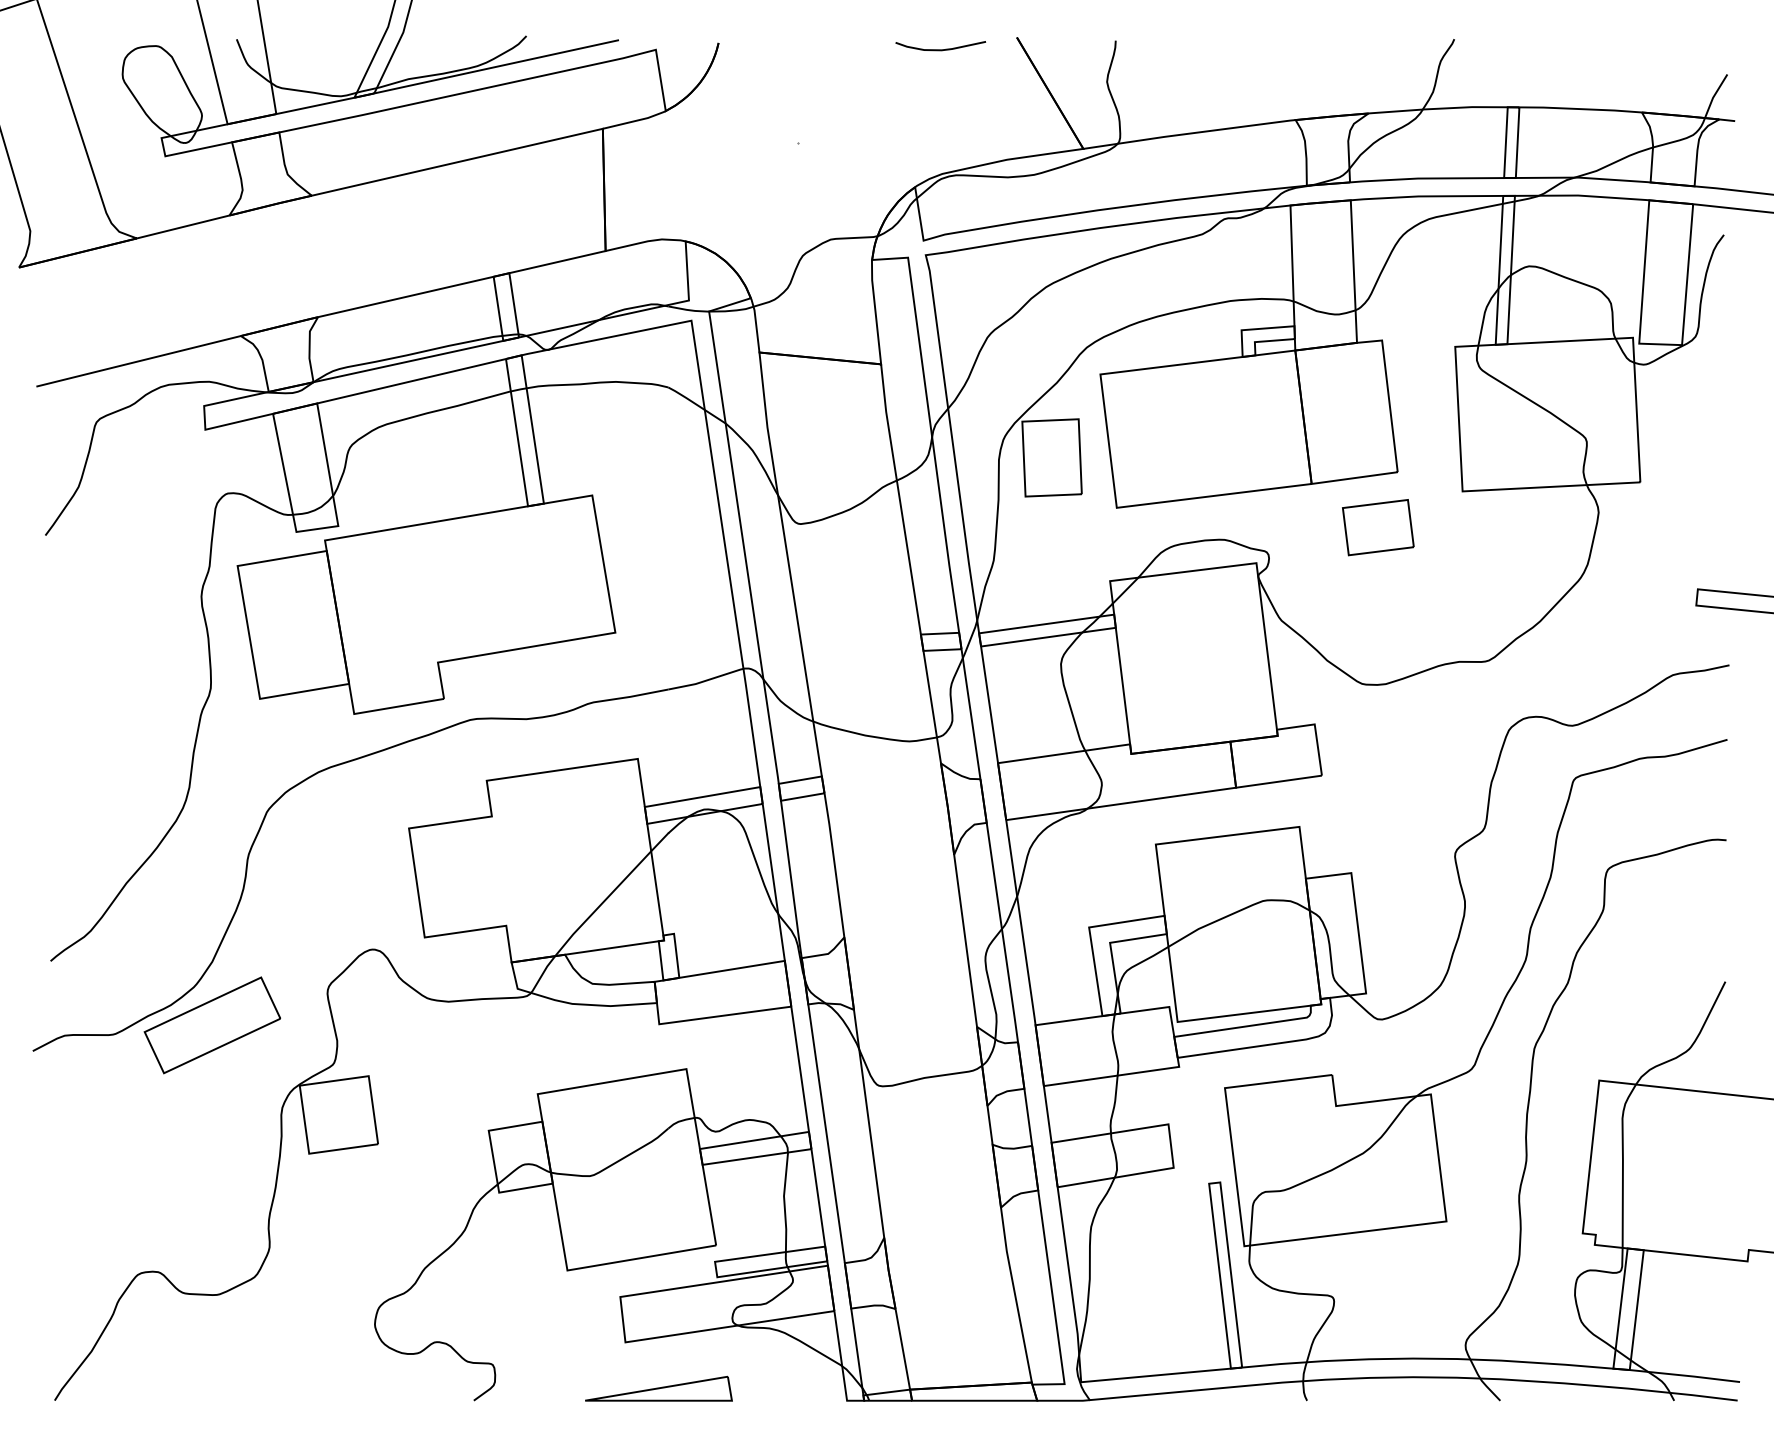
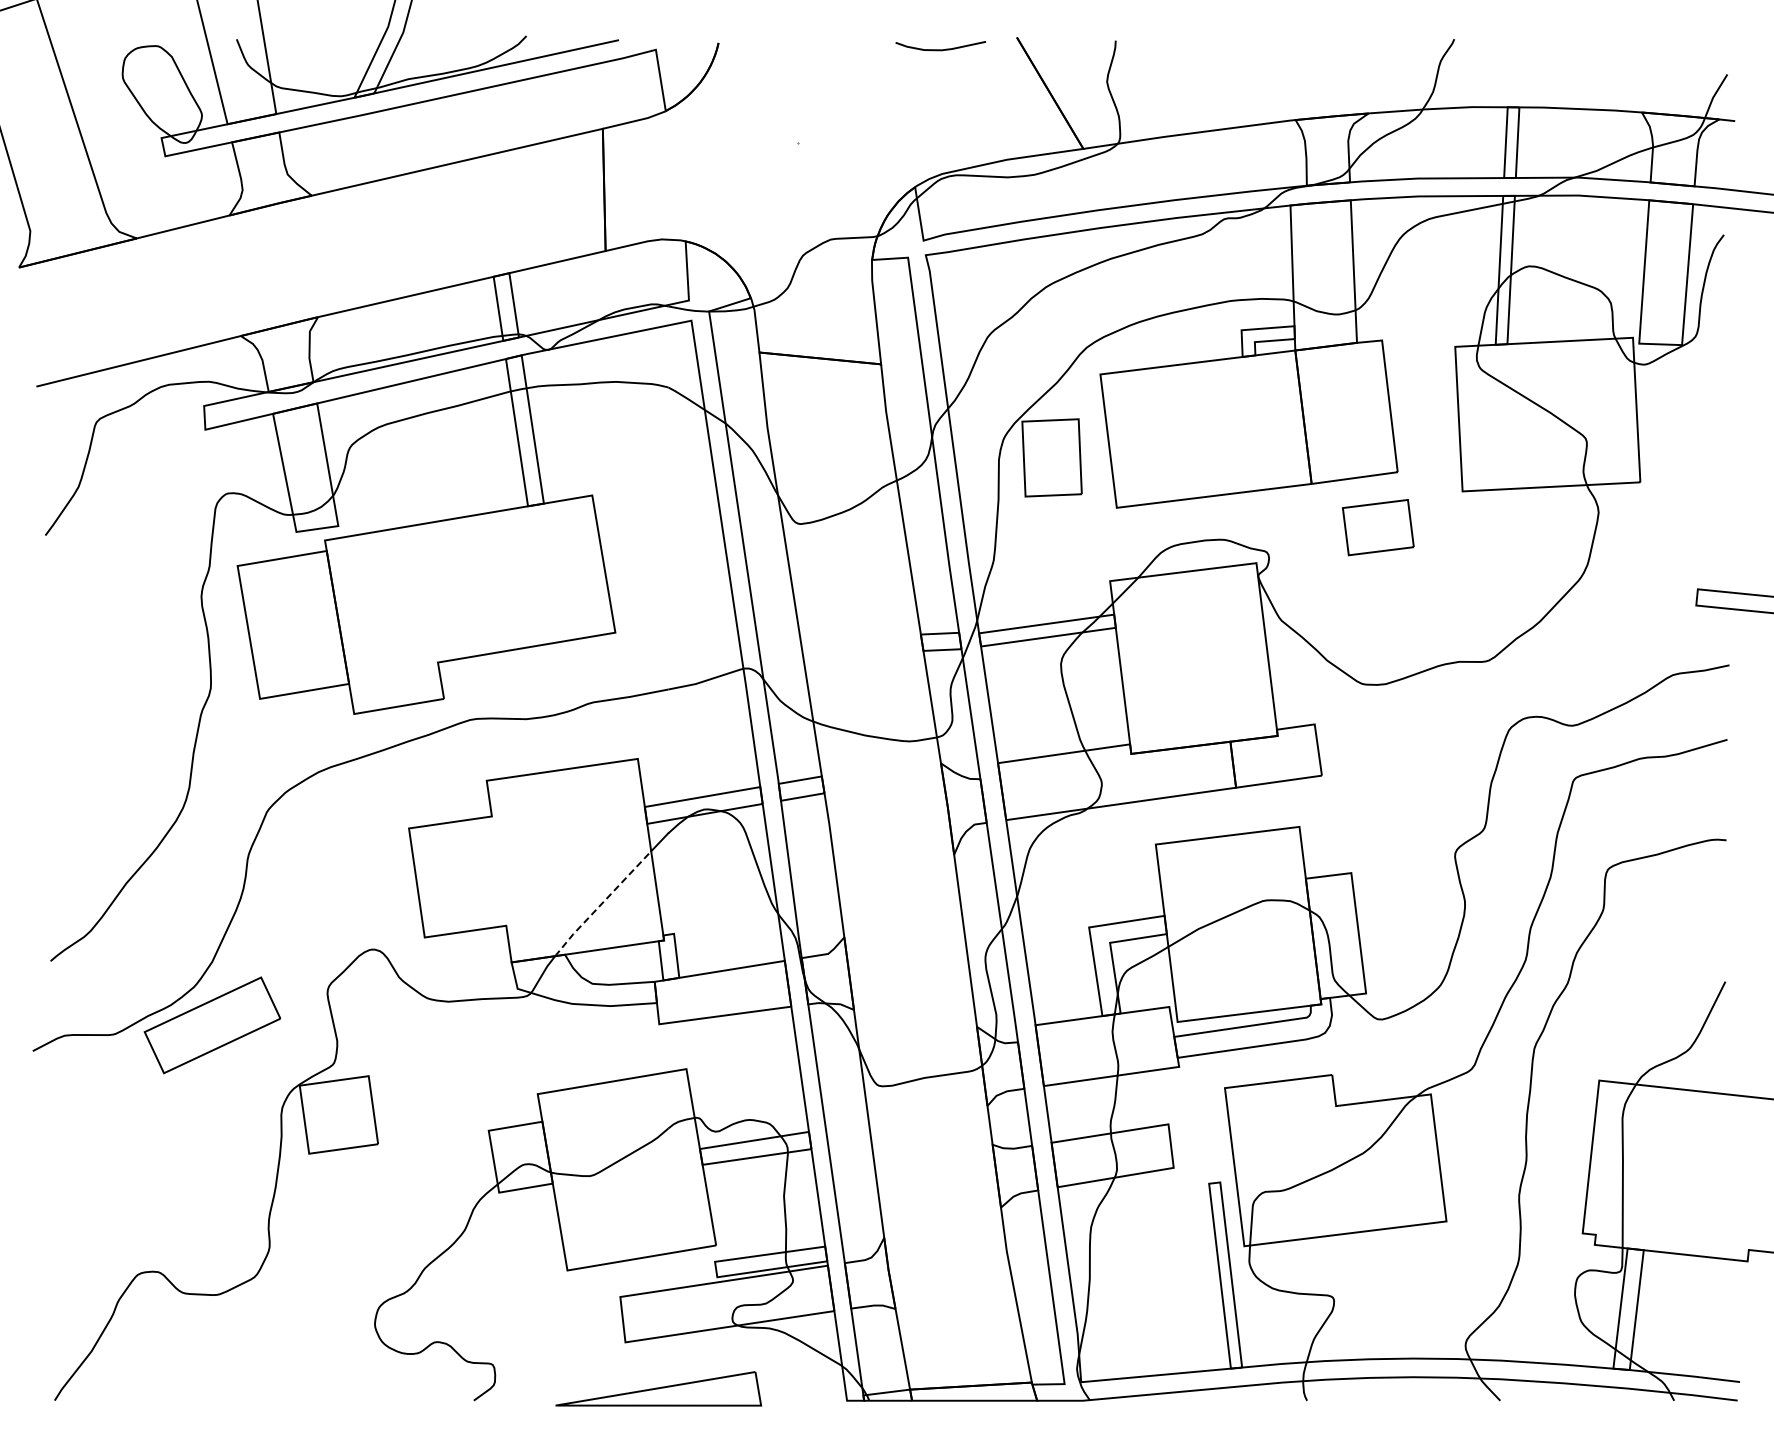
line at (601, 903): solid -> dashed
part at (658, 1388) size: 148x27 px -> 208x36 px
